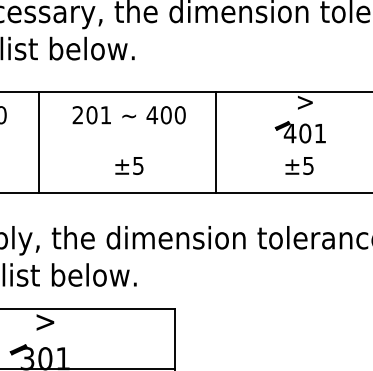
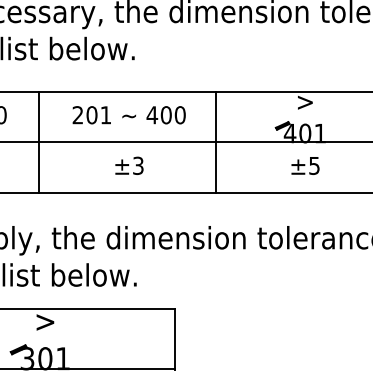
line at (185, 142): none -> present
text at (138, 165): ±5 -> ±3
text at (299, 165) position: (299, 165) -> (305, 165)
